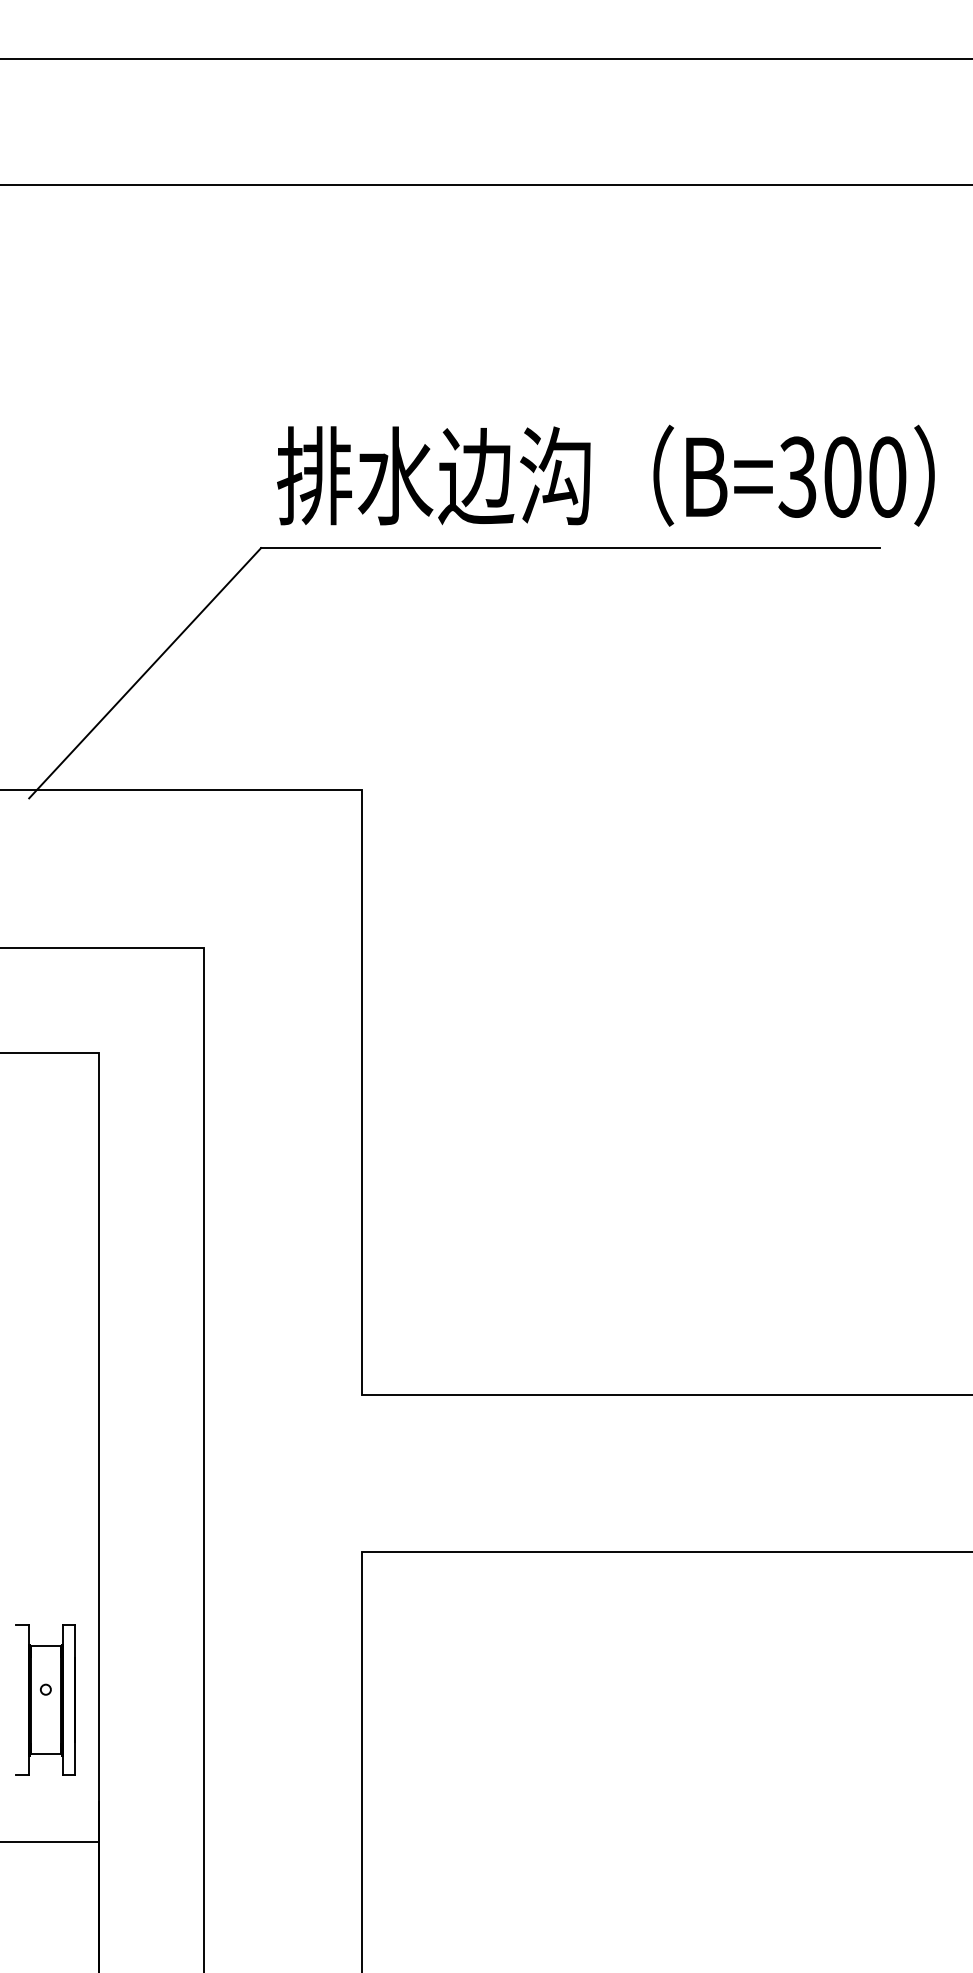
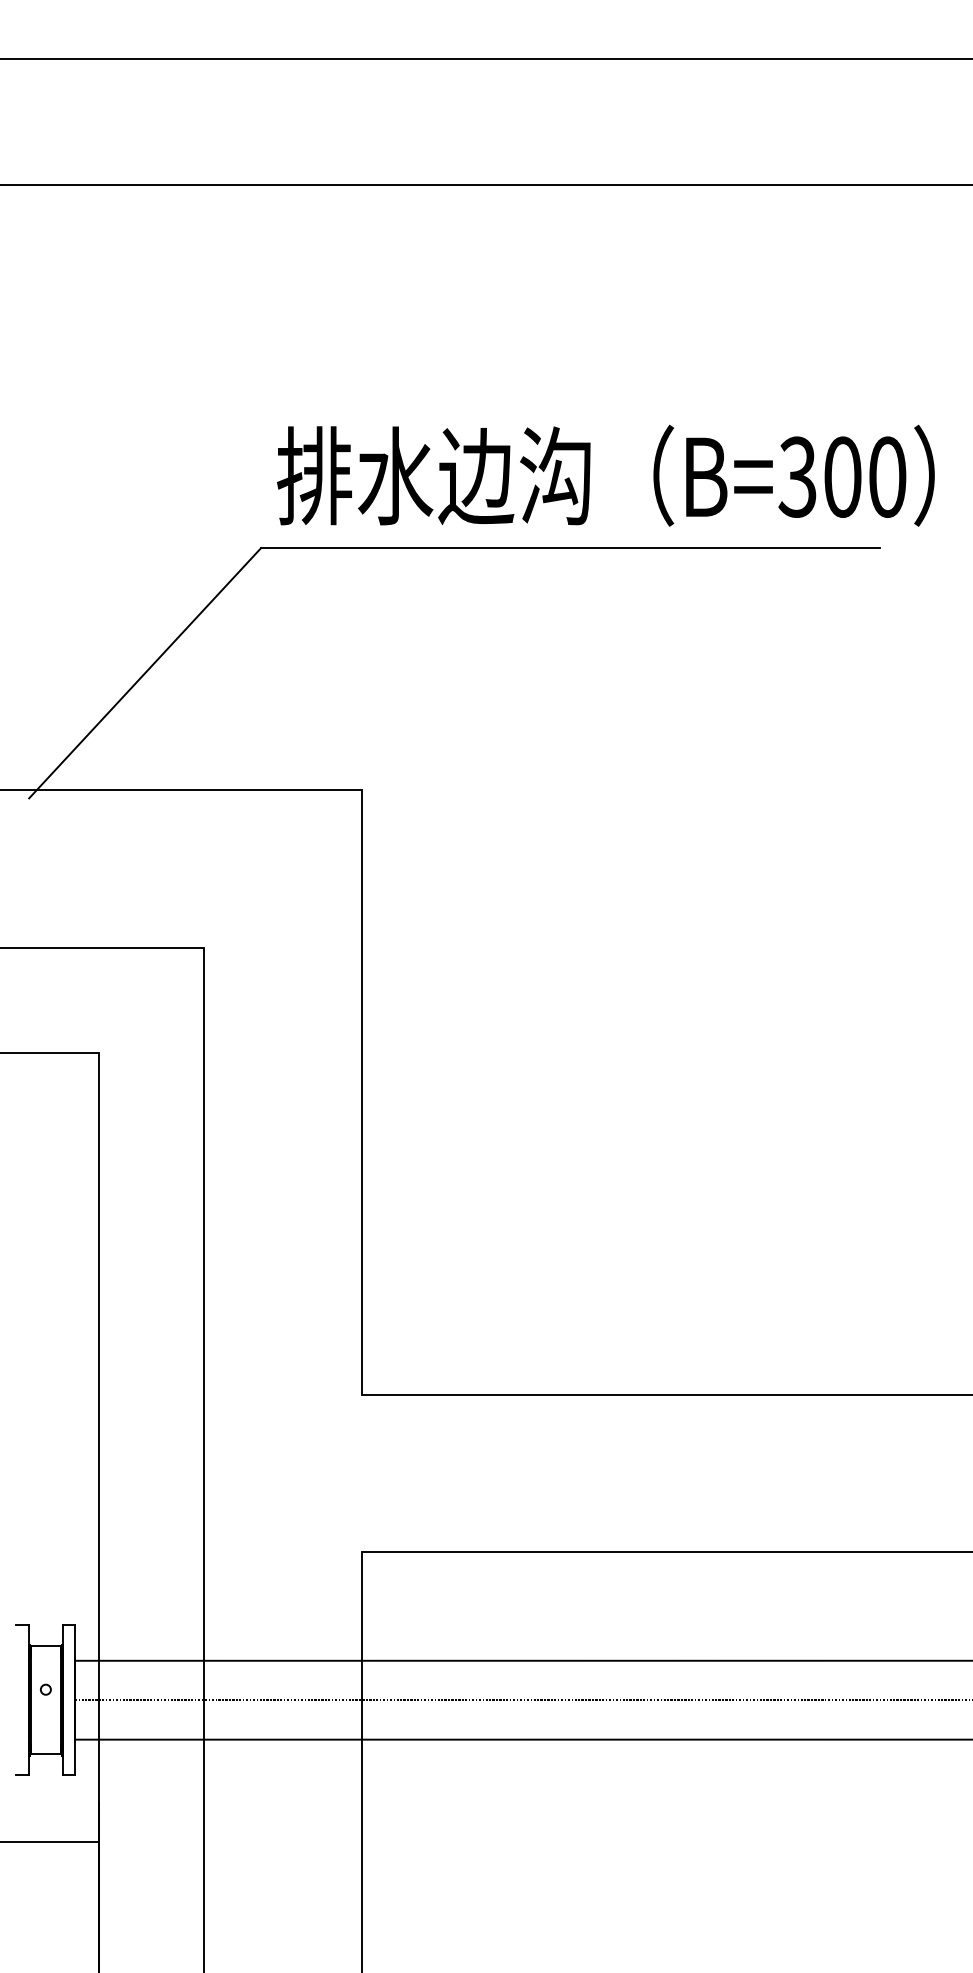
line at (522, 1660): none -> present
line at (522, 1700): none -> present
line at (522, 1739): none -> present
